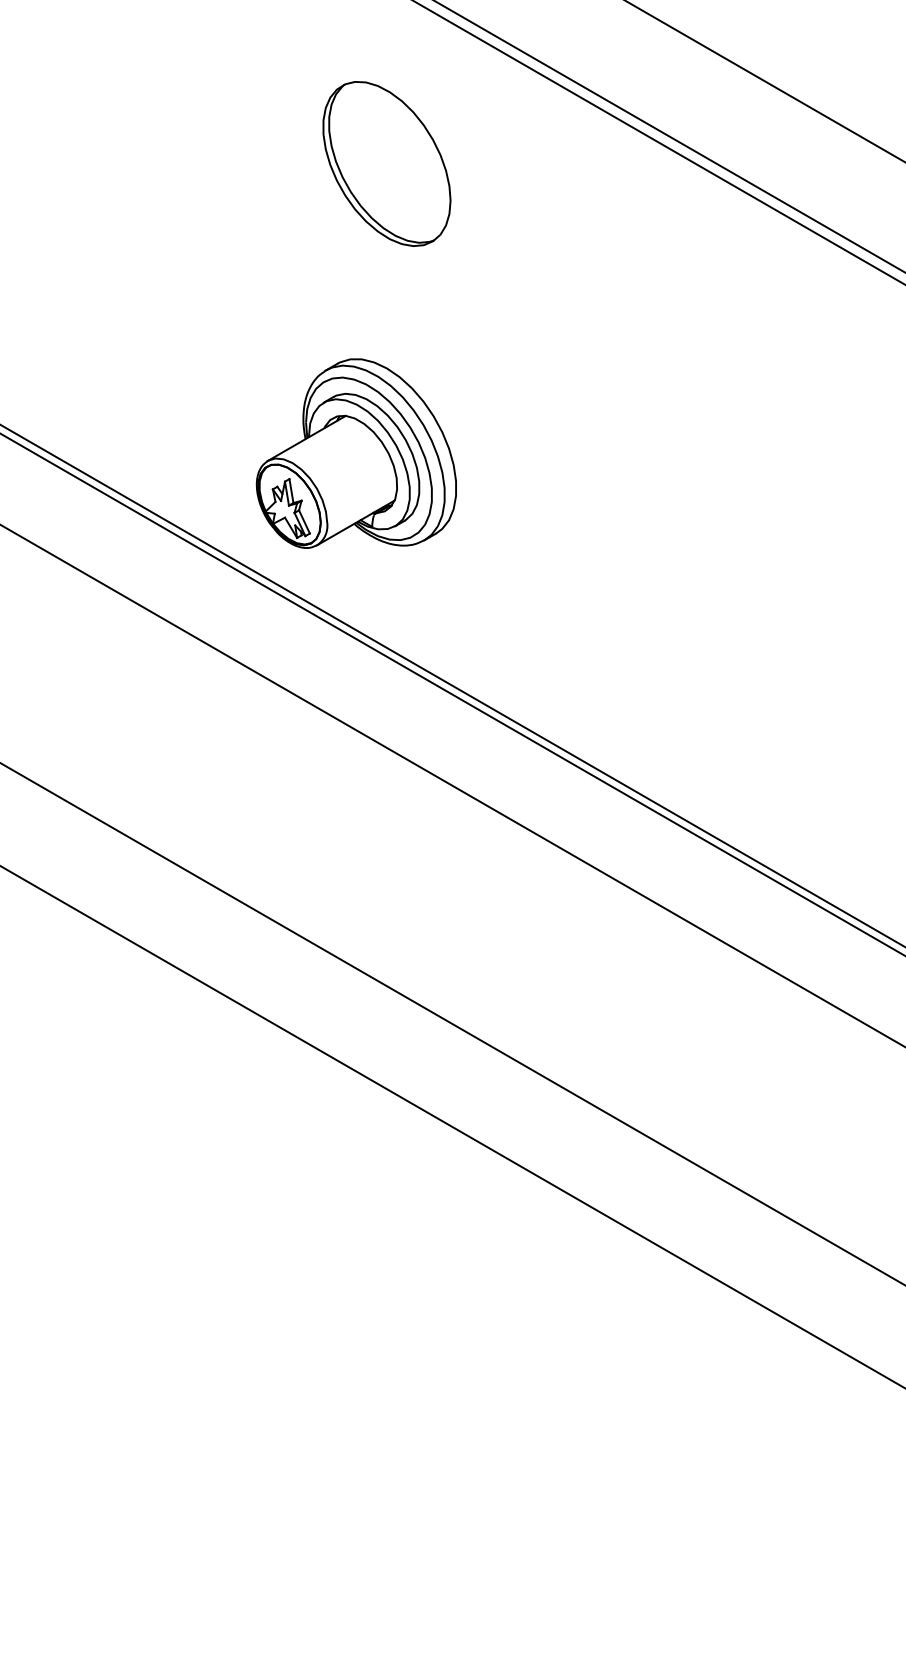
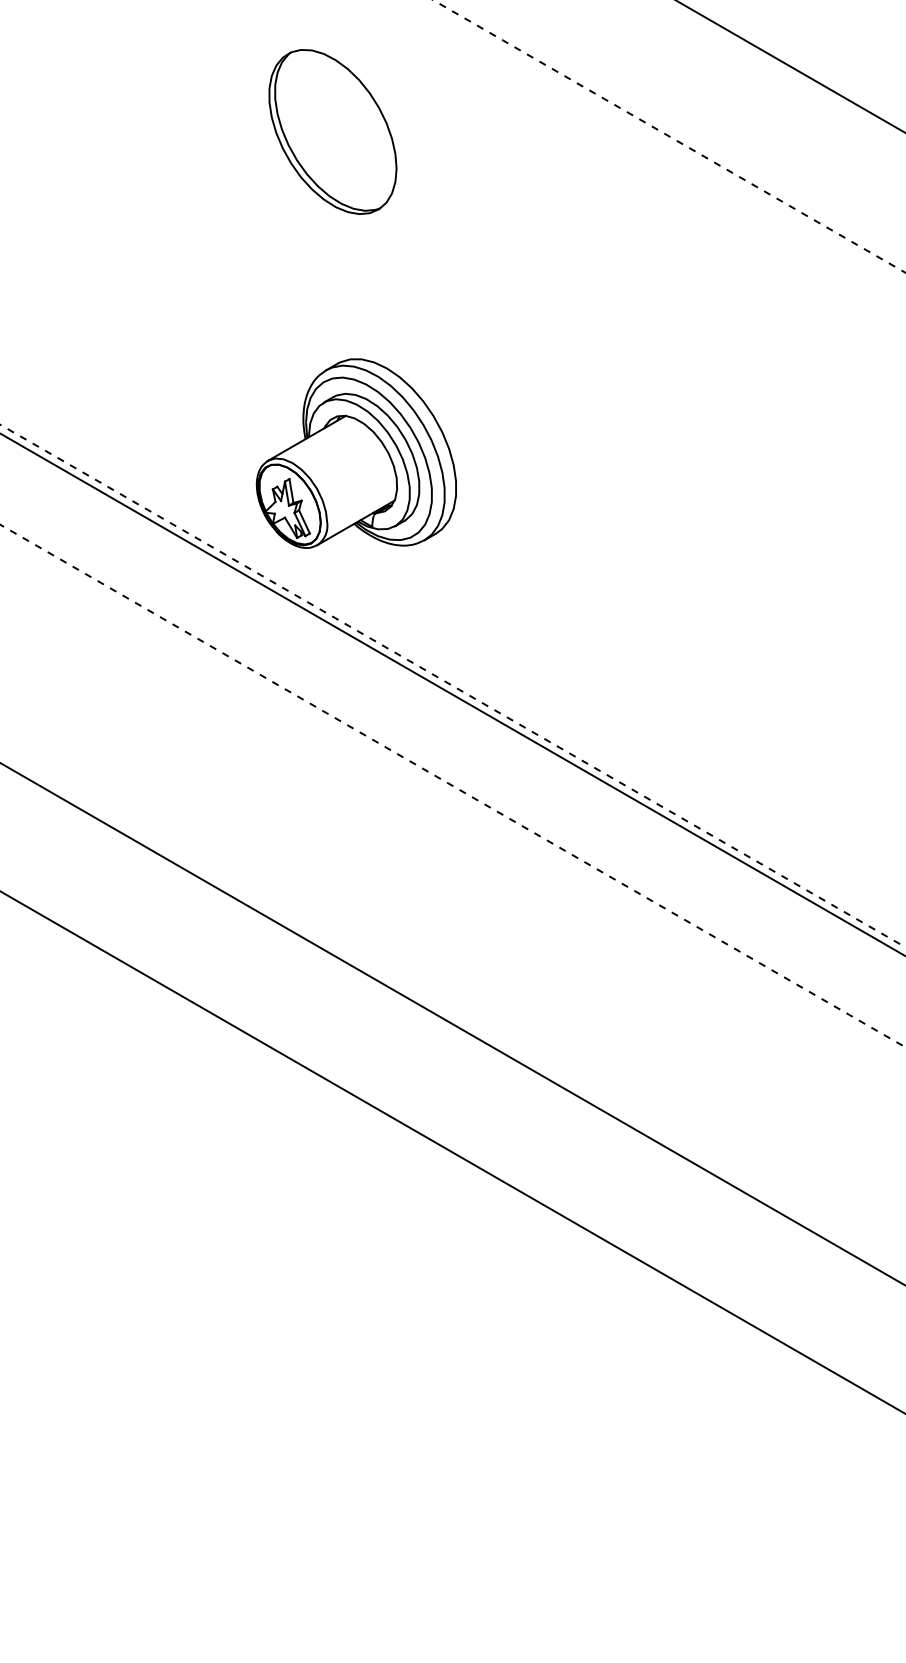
line at (764, 81) position: (764, 81) -> (790, 66)
line at (669, 136): solid -> dashed
line at (658, 142): present -> none
part at (386, 163) position: (386, 163) -> (332, 131)
line at (453, 686): solid -> dashed
line at (453, 786): solid -> dashed
line at (452, 1126) position: (452, 1126) -> (452, 1152)
